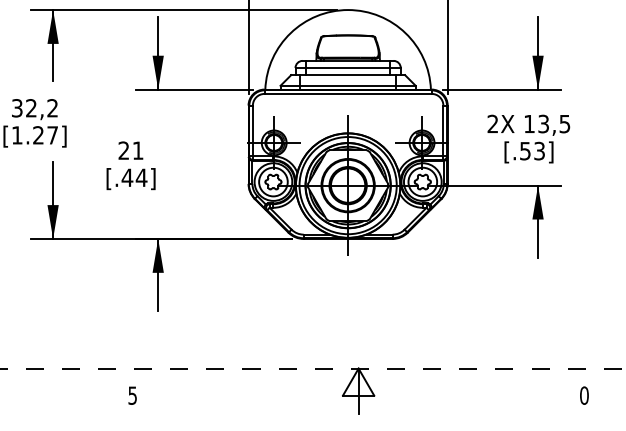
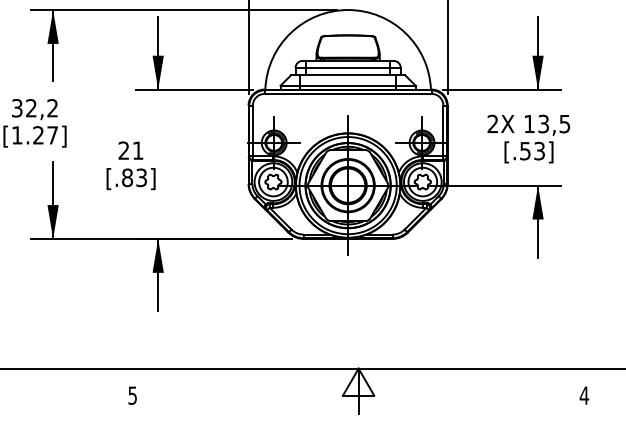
text at (134, 177): [.44] -> [.83]
line at (313, 368): dashed -> solid
text at (584, 395): 0 -> 4
